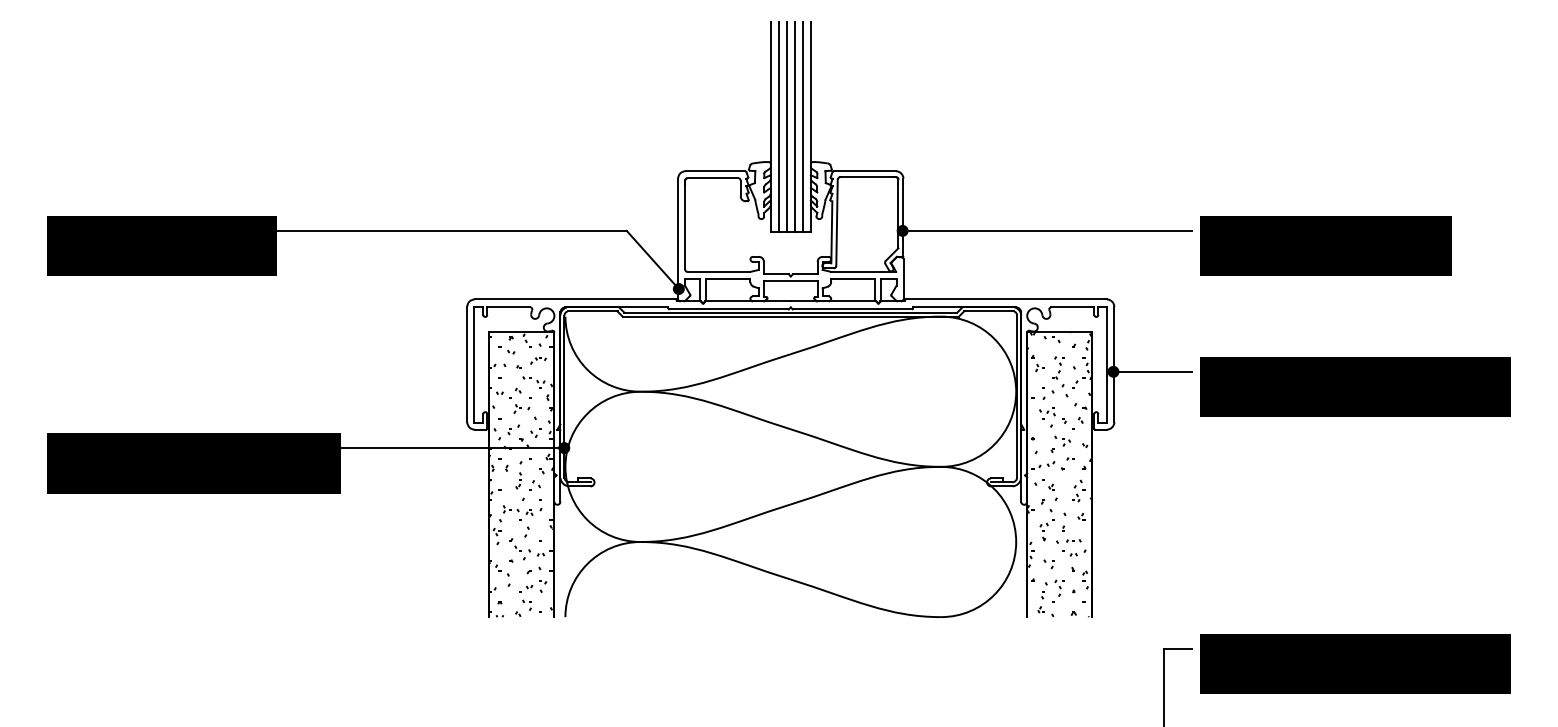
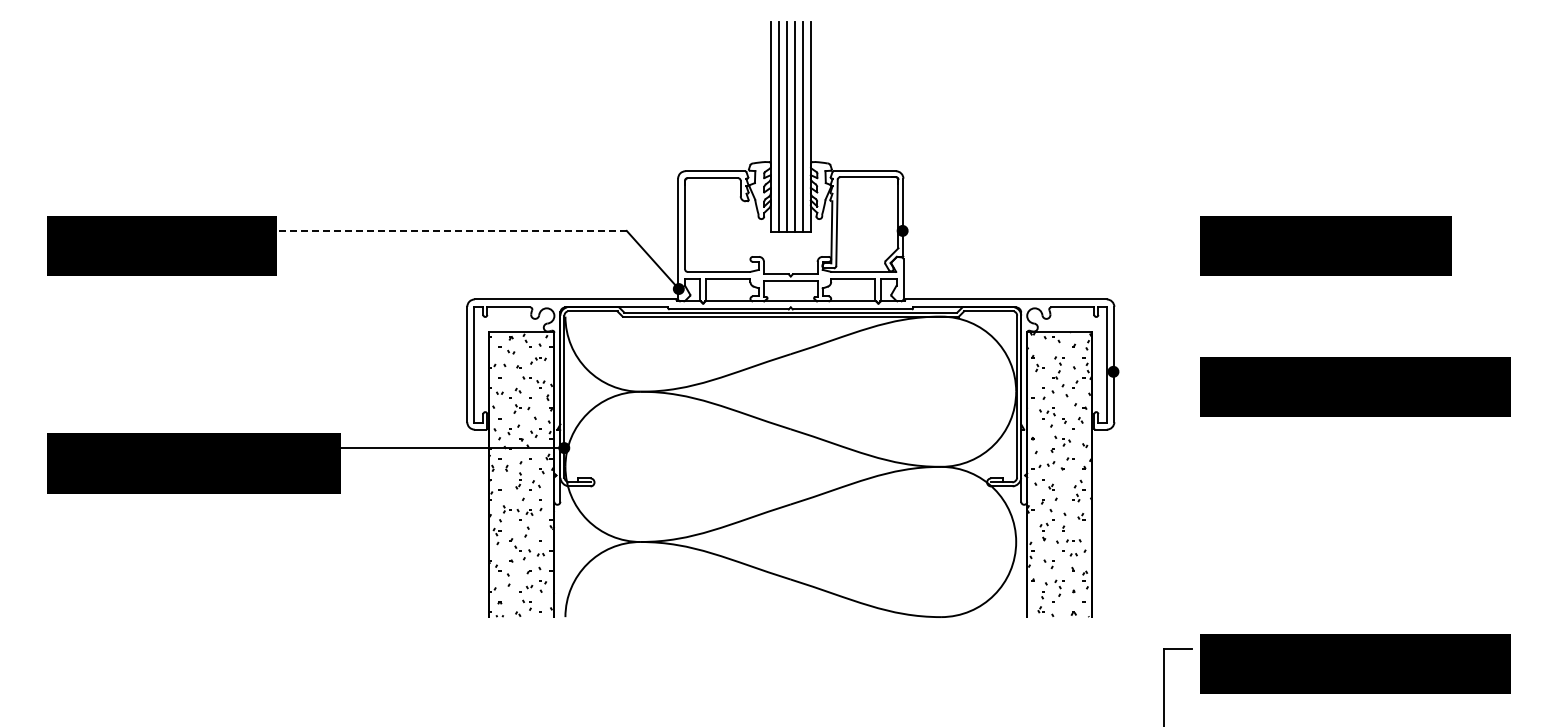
line at (430, 230): solid -> dashed
line at (1047, 230): present -> none
line at (1152, 371): present -> none
